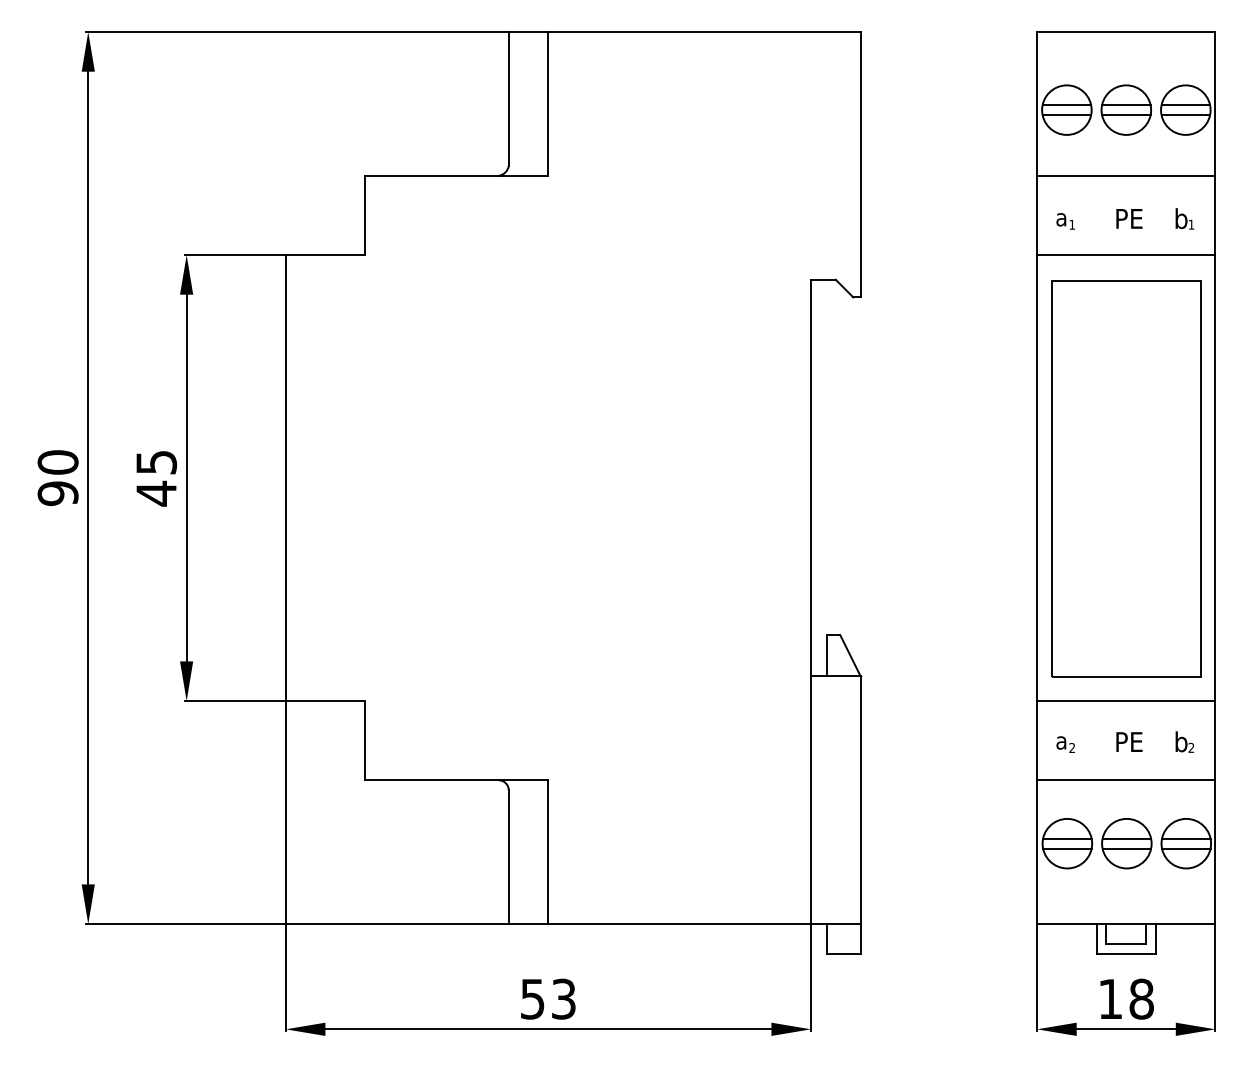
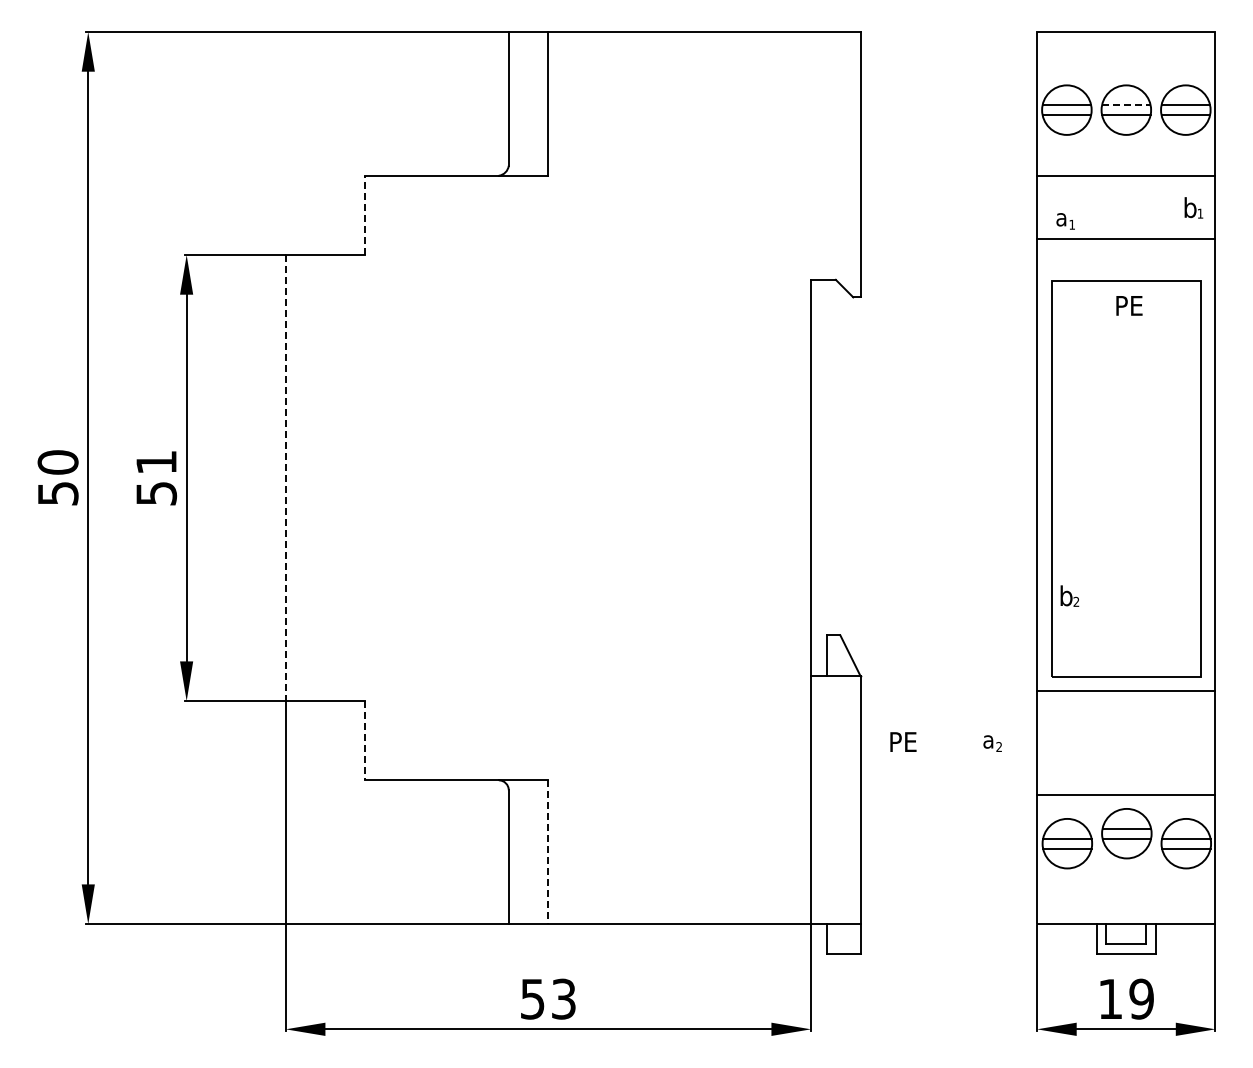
line at (1126, 105): solid -> dashed
line at (365, 215): solid -> dashed
text at (1129, 218) position: (1129, 218) -> (1129, 305)
text at (1184, 218) position: (1184, 218) -> (1193, 207)
line at (1126, 255) position: (1126, 255) -> (1126, 239)
text at (156, 478): 45 -> 51
line at (285, 478): solid -> dashed
text at (57, 493): 90 -> 50
line at (1126, 701) position: (1126, 701) -> (1126, 691)
line at (365, 740): solid -> dashed
text at (1129, 741) position: (1129, 741) -> (903, 741)
text at (1184, 741) position: (1184, 741) -> (1069, 595)
text at (1065, 744) position: (1065, 744) -> (992, 743)
line at (1126, 780) position: (1126, 780) -> (1126, 795)
part at (1126, 843) position: (1126, 843) -> (1126, 833)
line at (548, 852): solid -> dashed
text at (1141, 998): 18 -> 19
